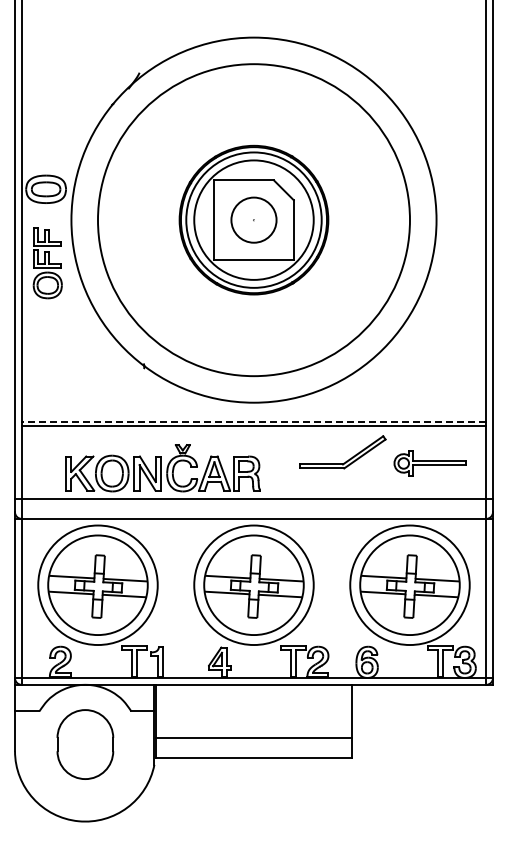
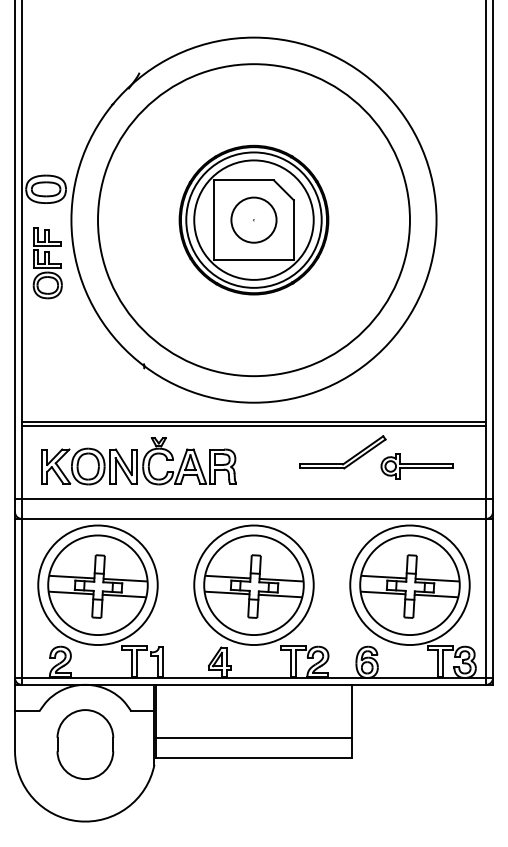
line at (253, 421): dashed -> solid
part at (429, 463) position: (429, 463) -> (416, 466)
part at (162, 468) position: (162, 468) -> (138, 461)
